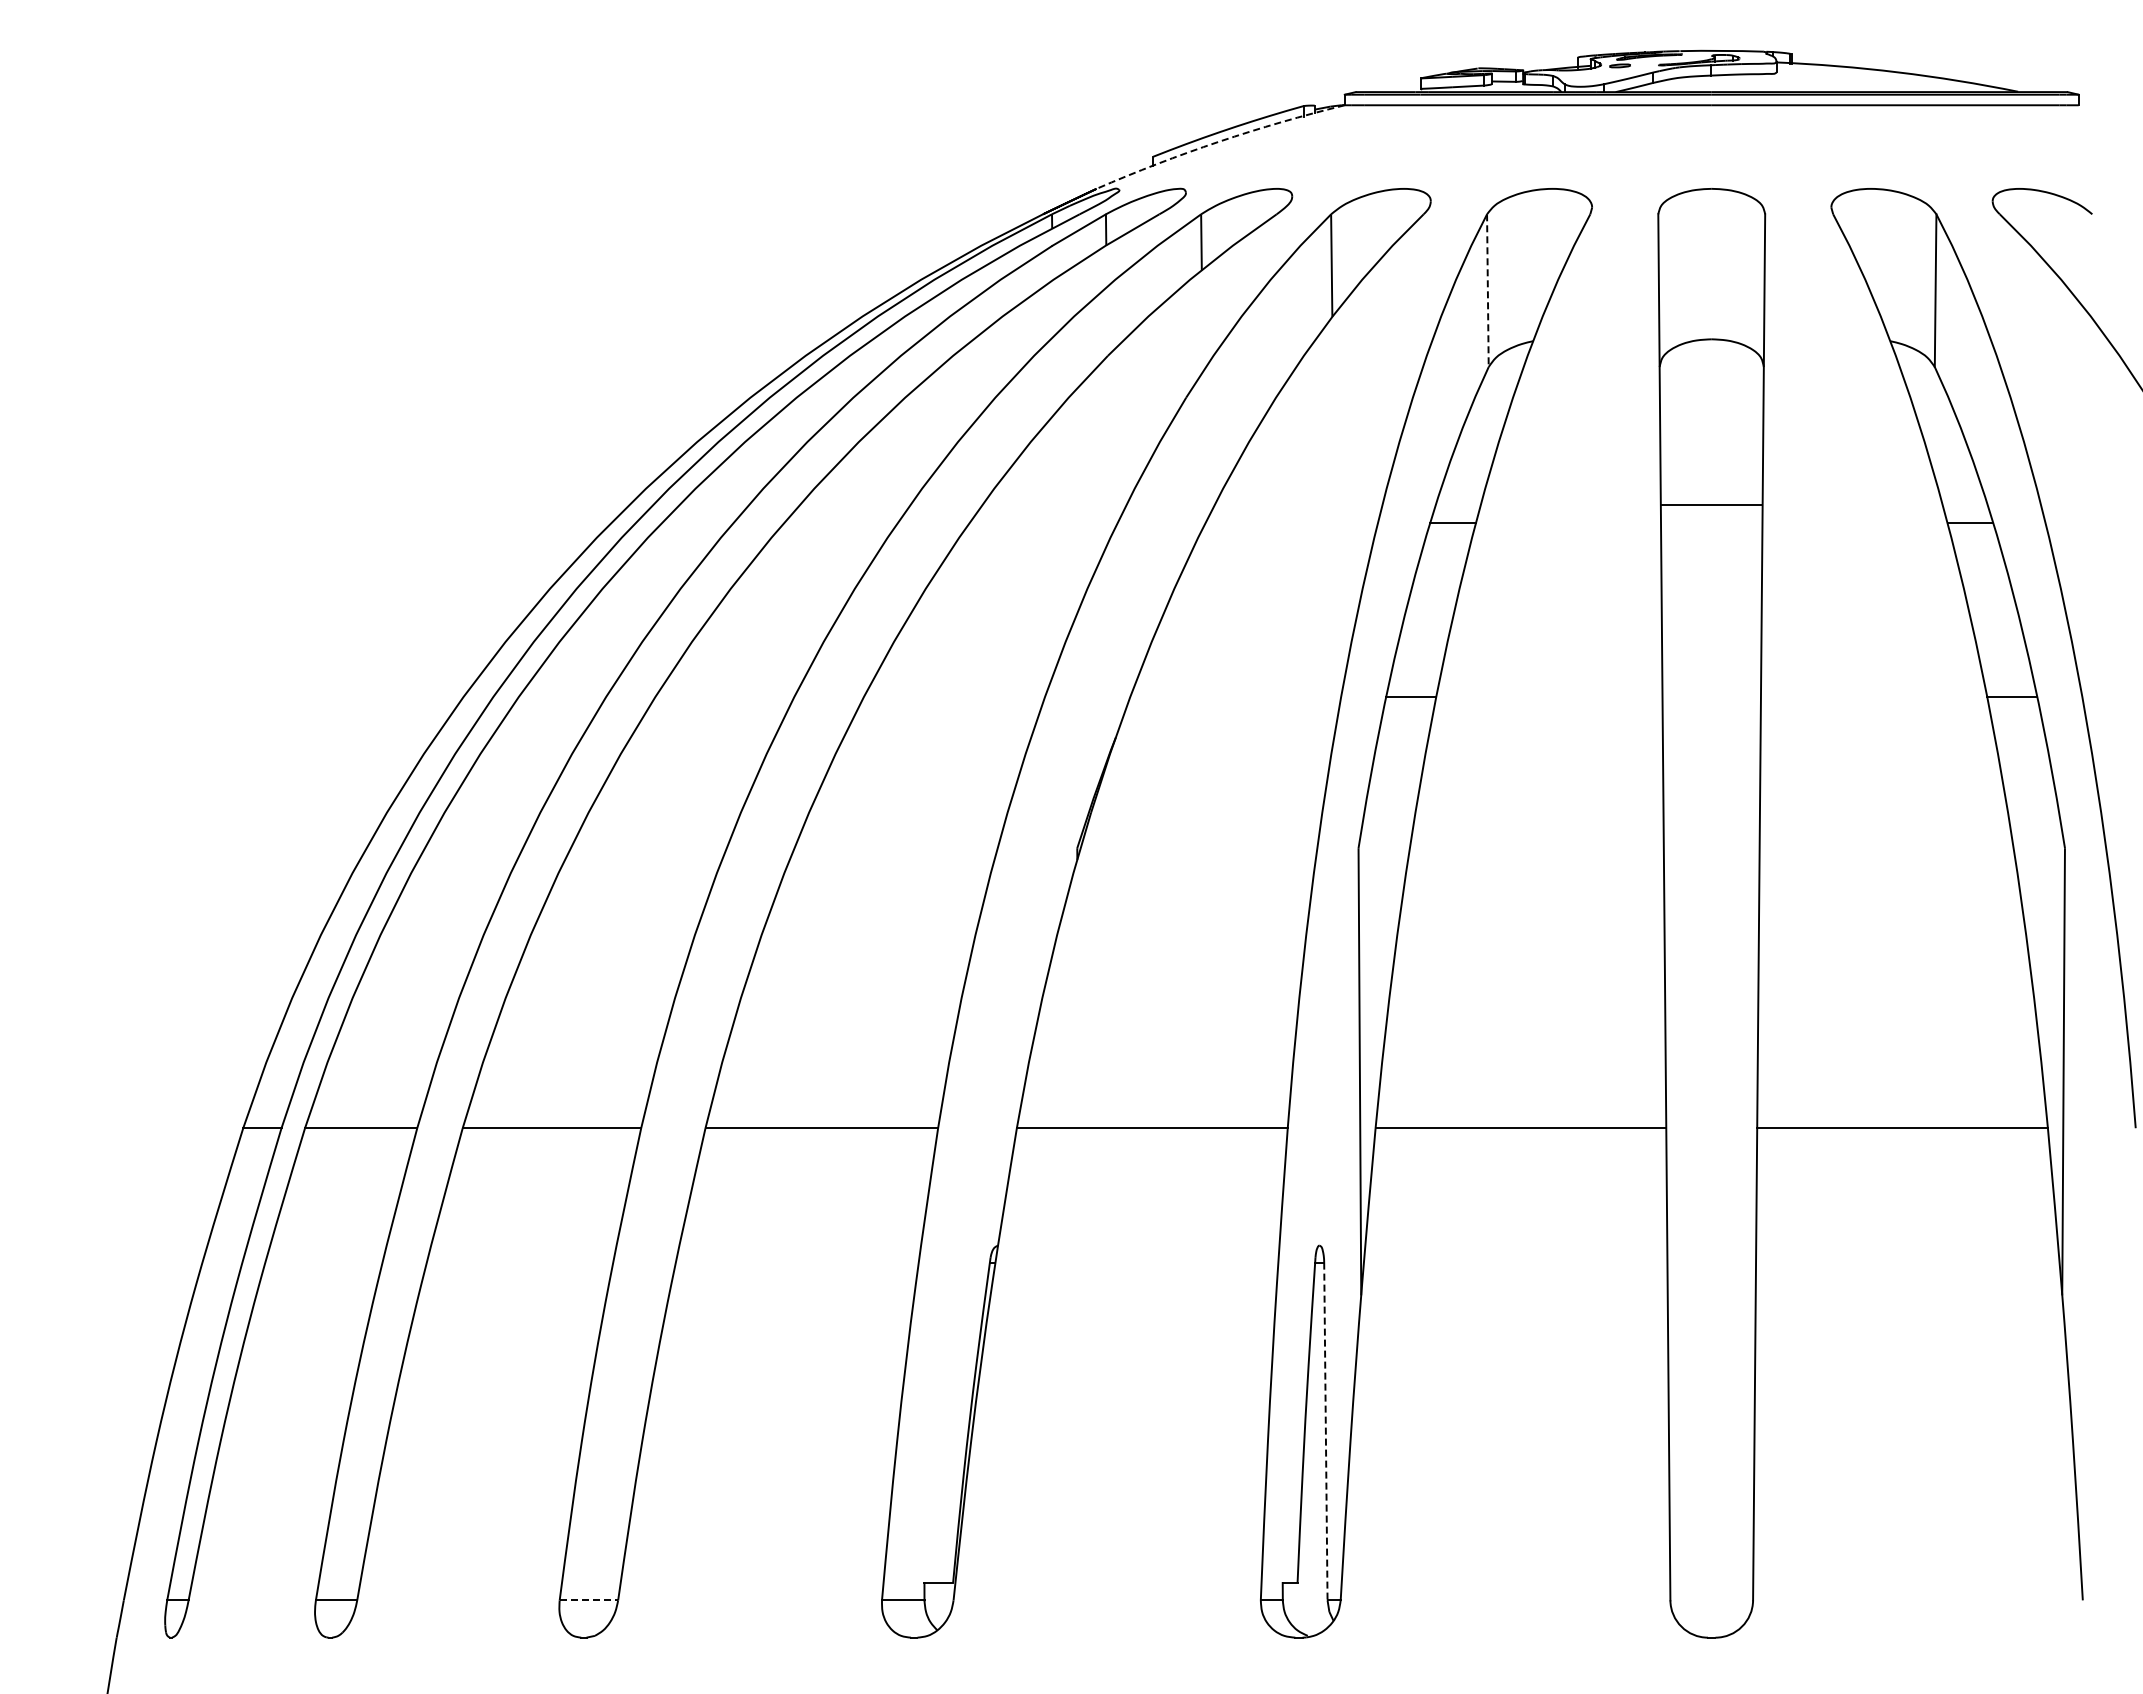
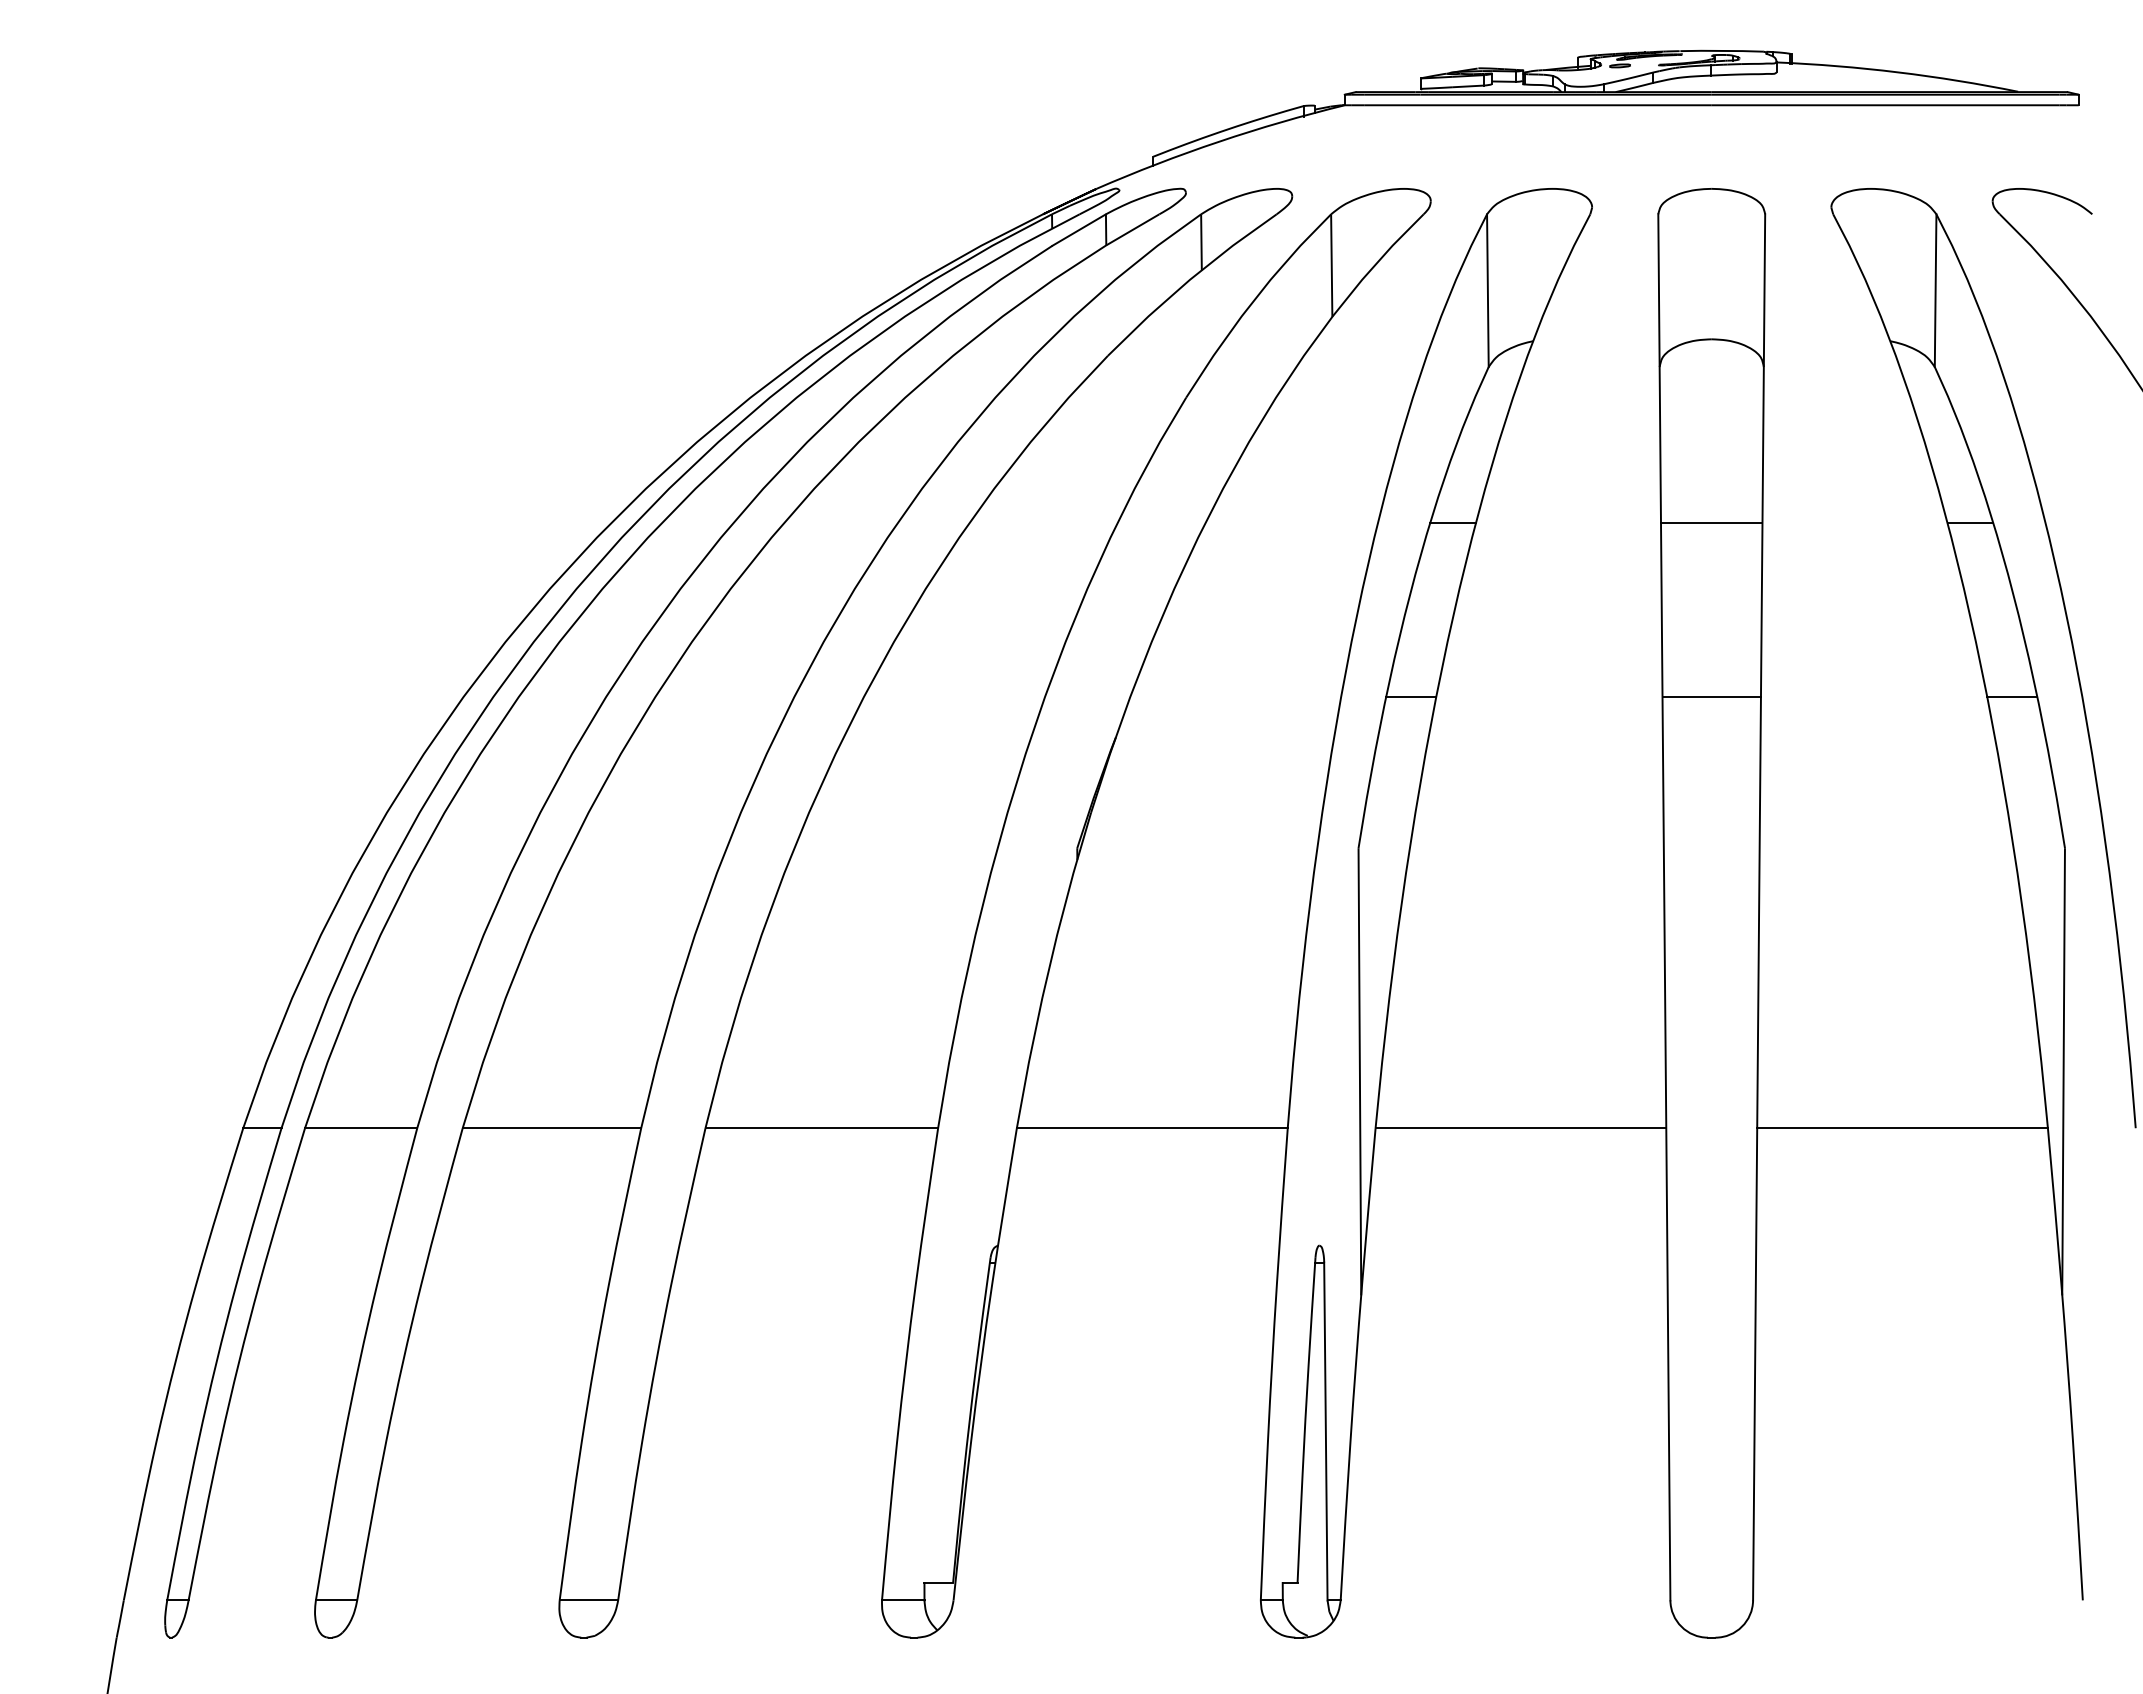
arc at (1218, 141): dashed -> solid
line at (1487, 291): dashed -> solid
line at (1711, 505) position: (1711, 505) -> (1711, 523)
line at (1711, 696): none -> present
line at (1325, 1431): dashed -> solid
line at (589, 1600): dashed -> solid
